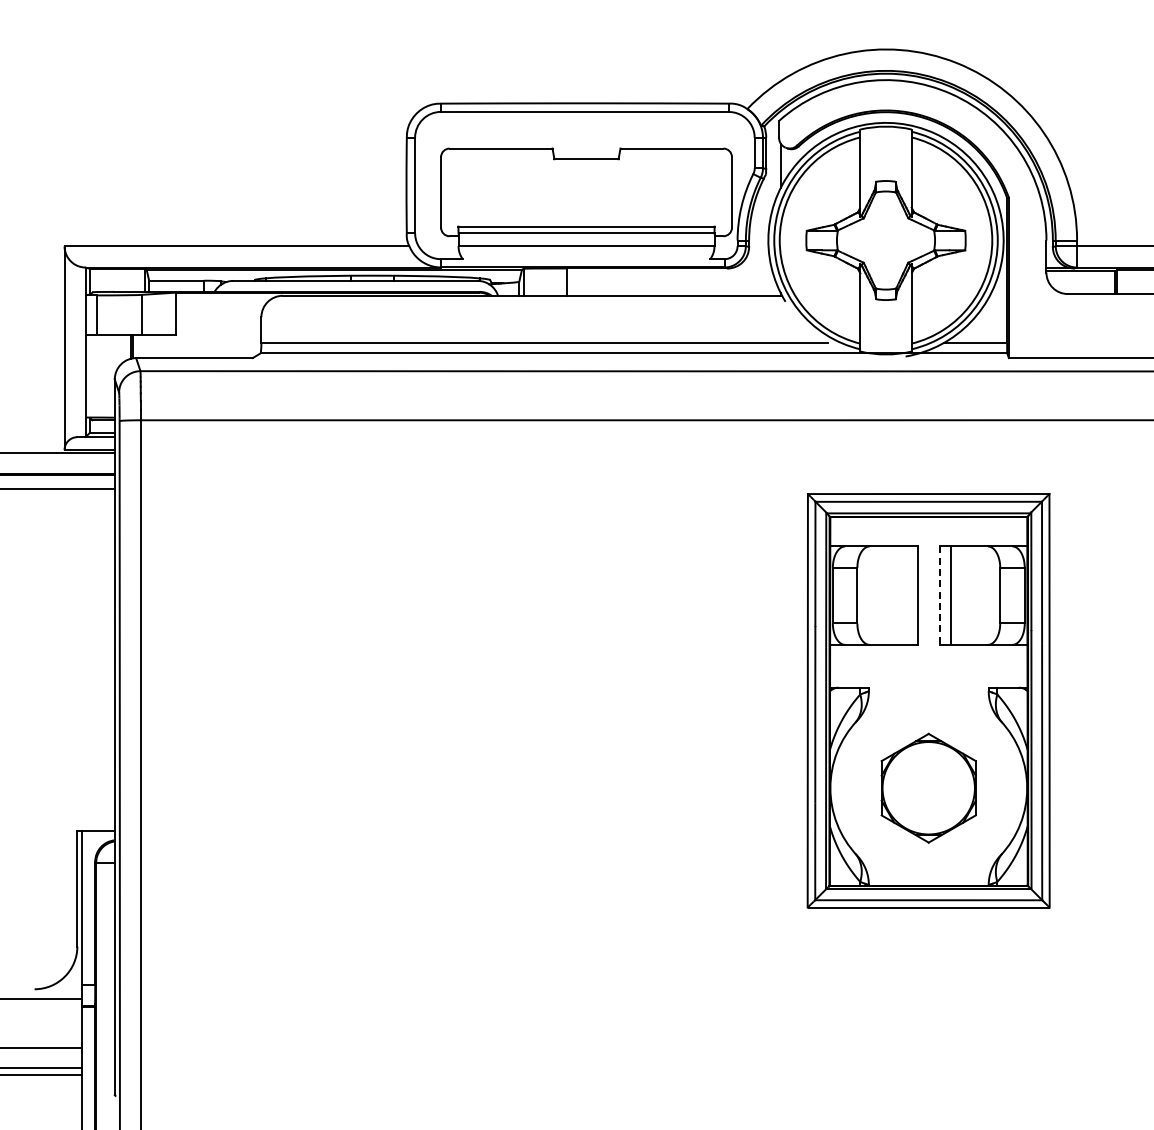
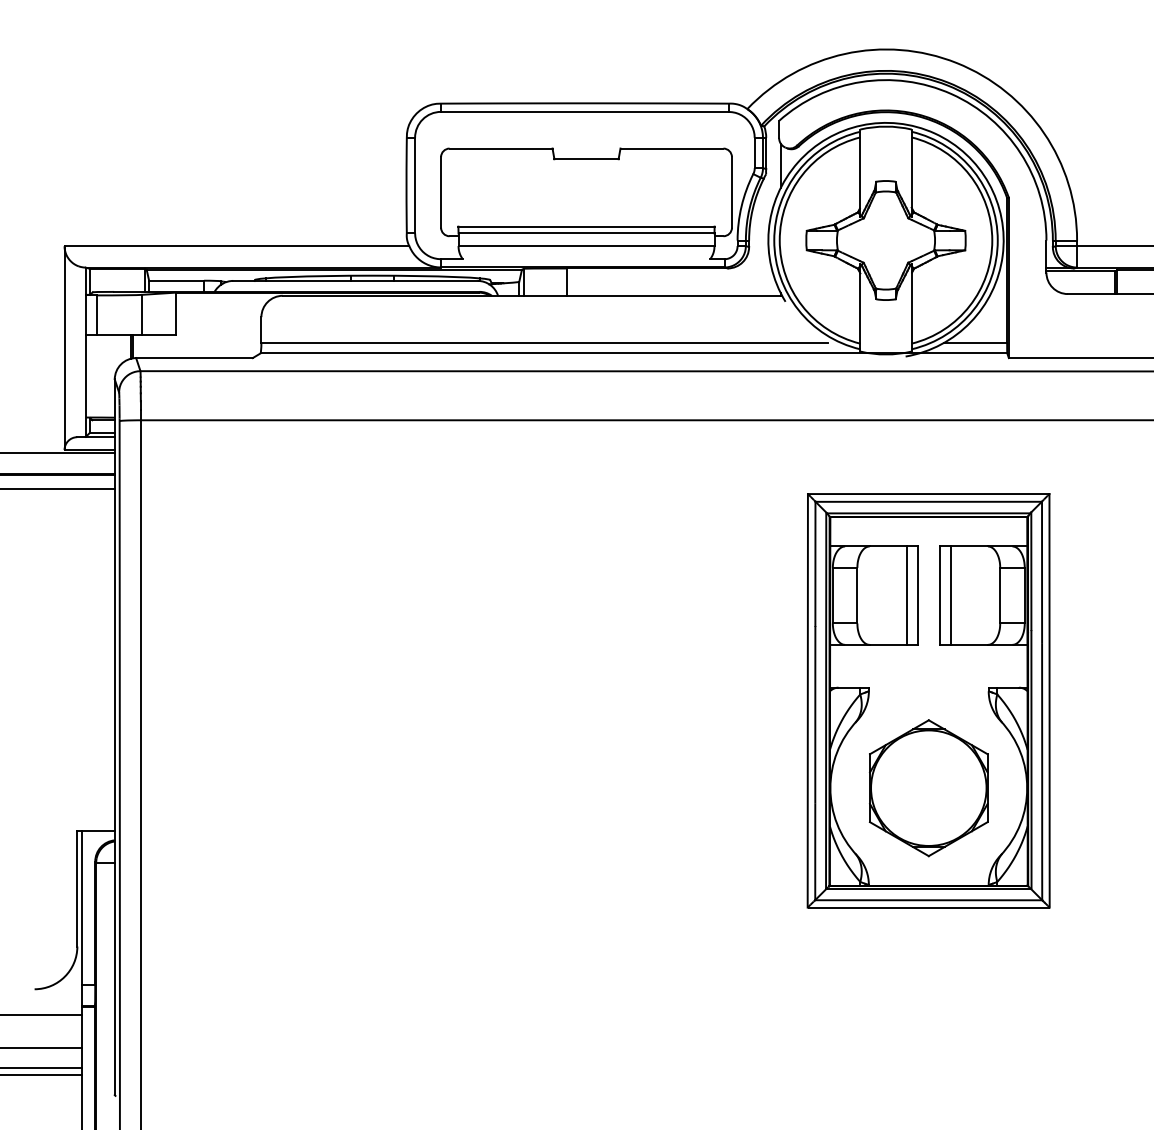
line at (906, 595): none -> present
line at (939, 596): dashed -> solid
part at (928, 787) size: 97x112 px -> 121x139 px
line at (41, 999) position: (41, 999) -> (41, 1015)
